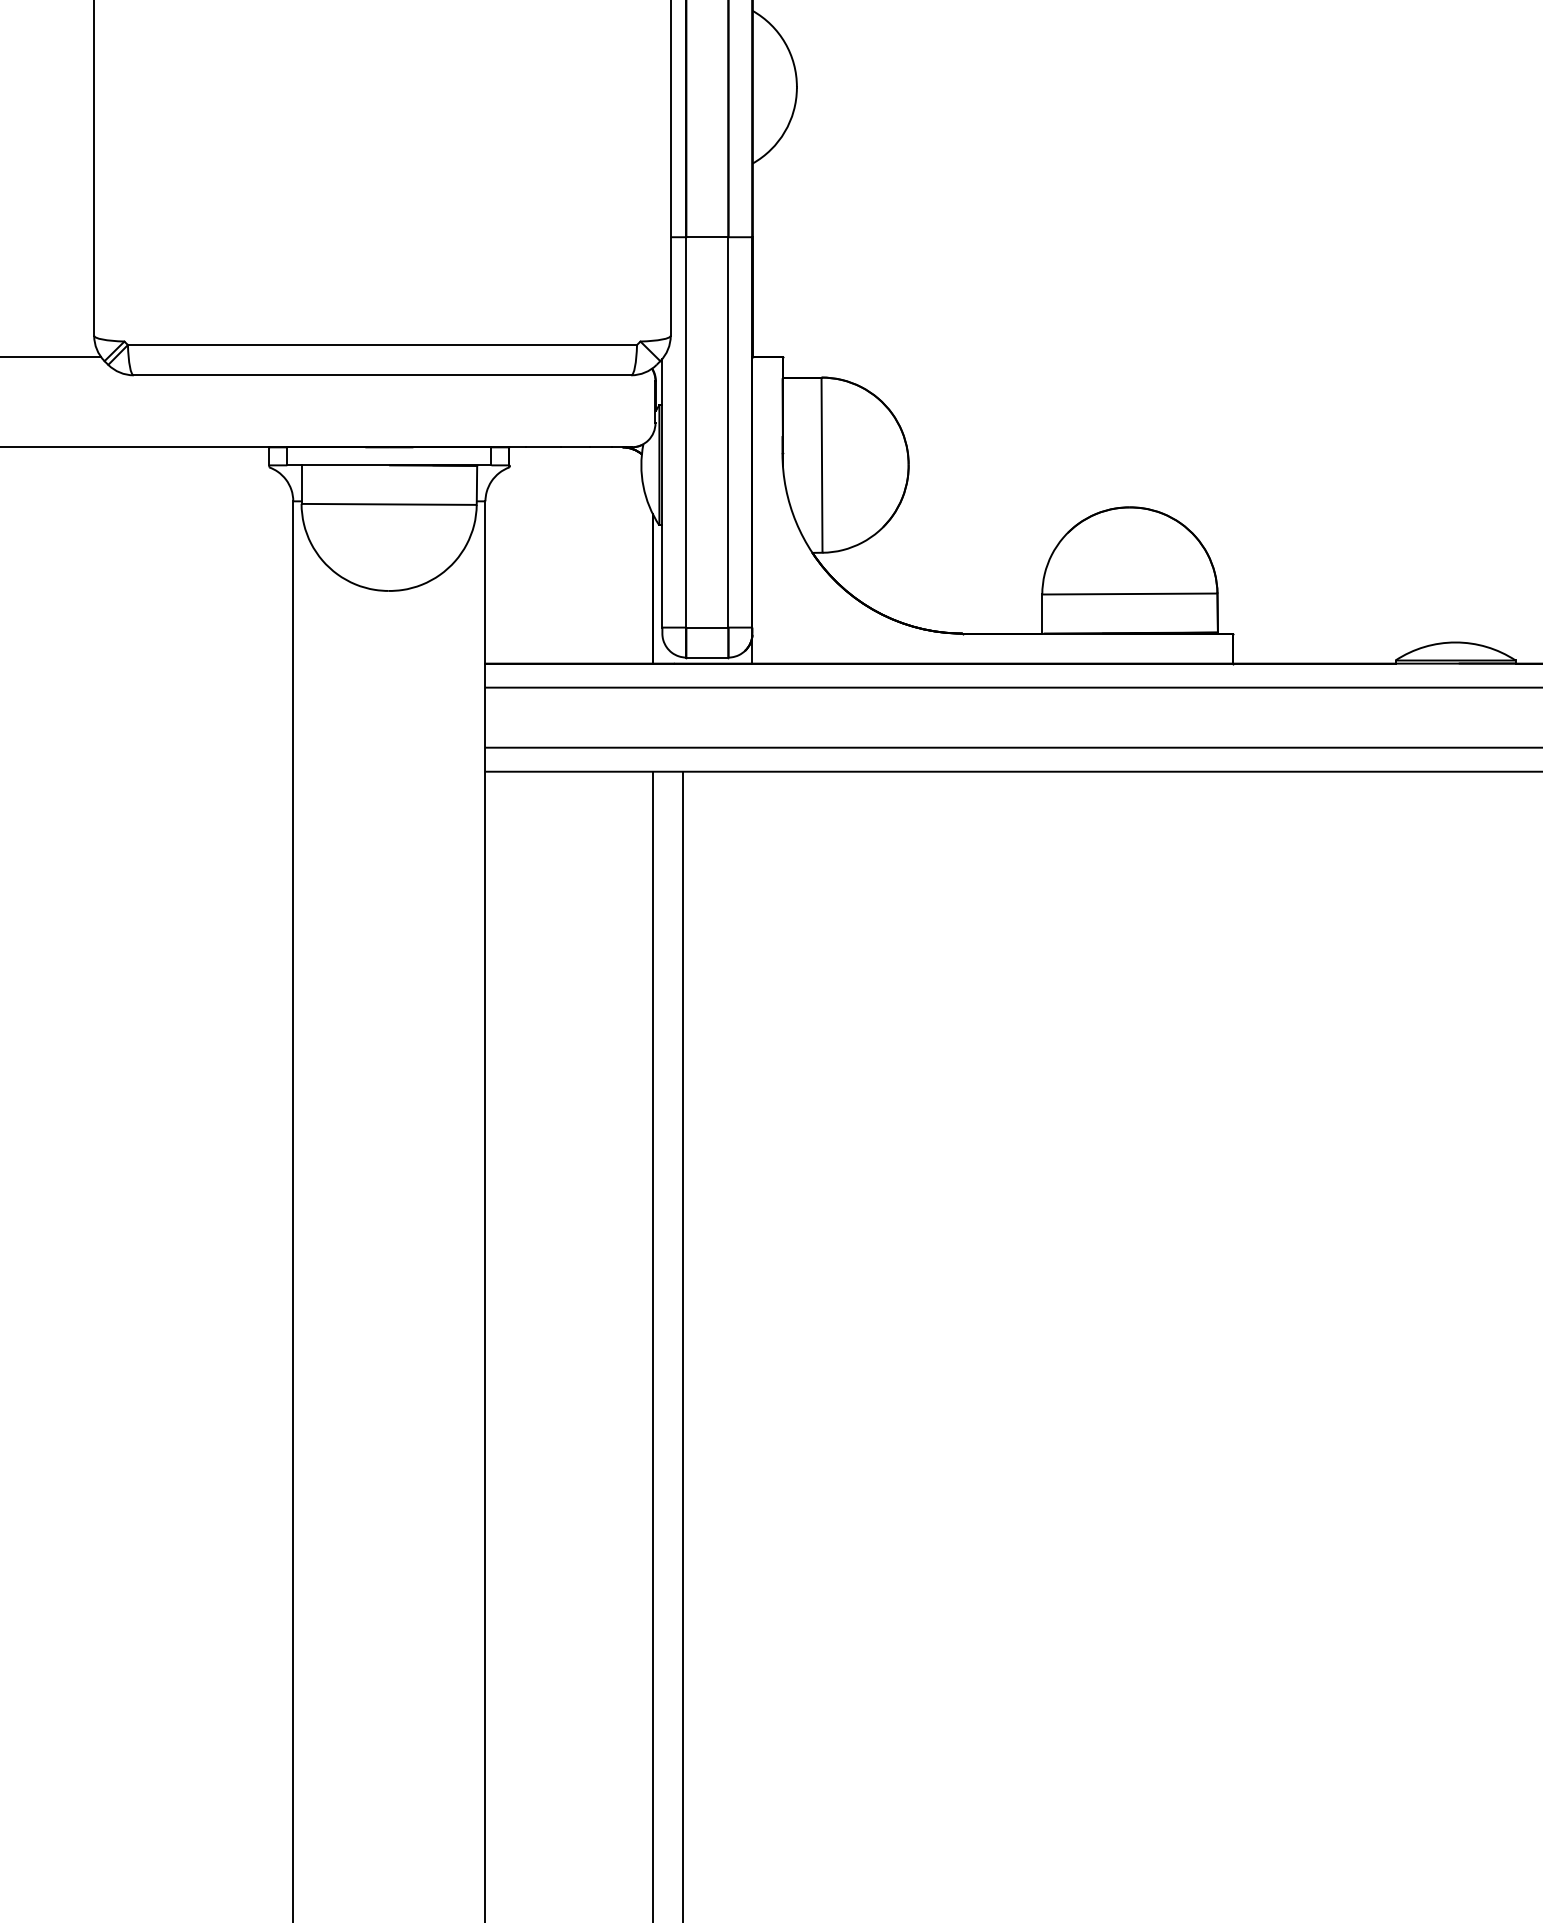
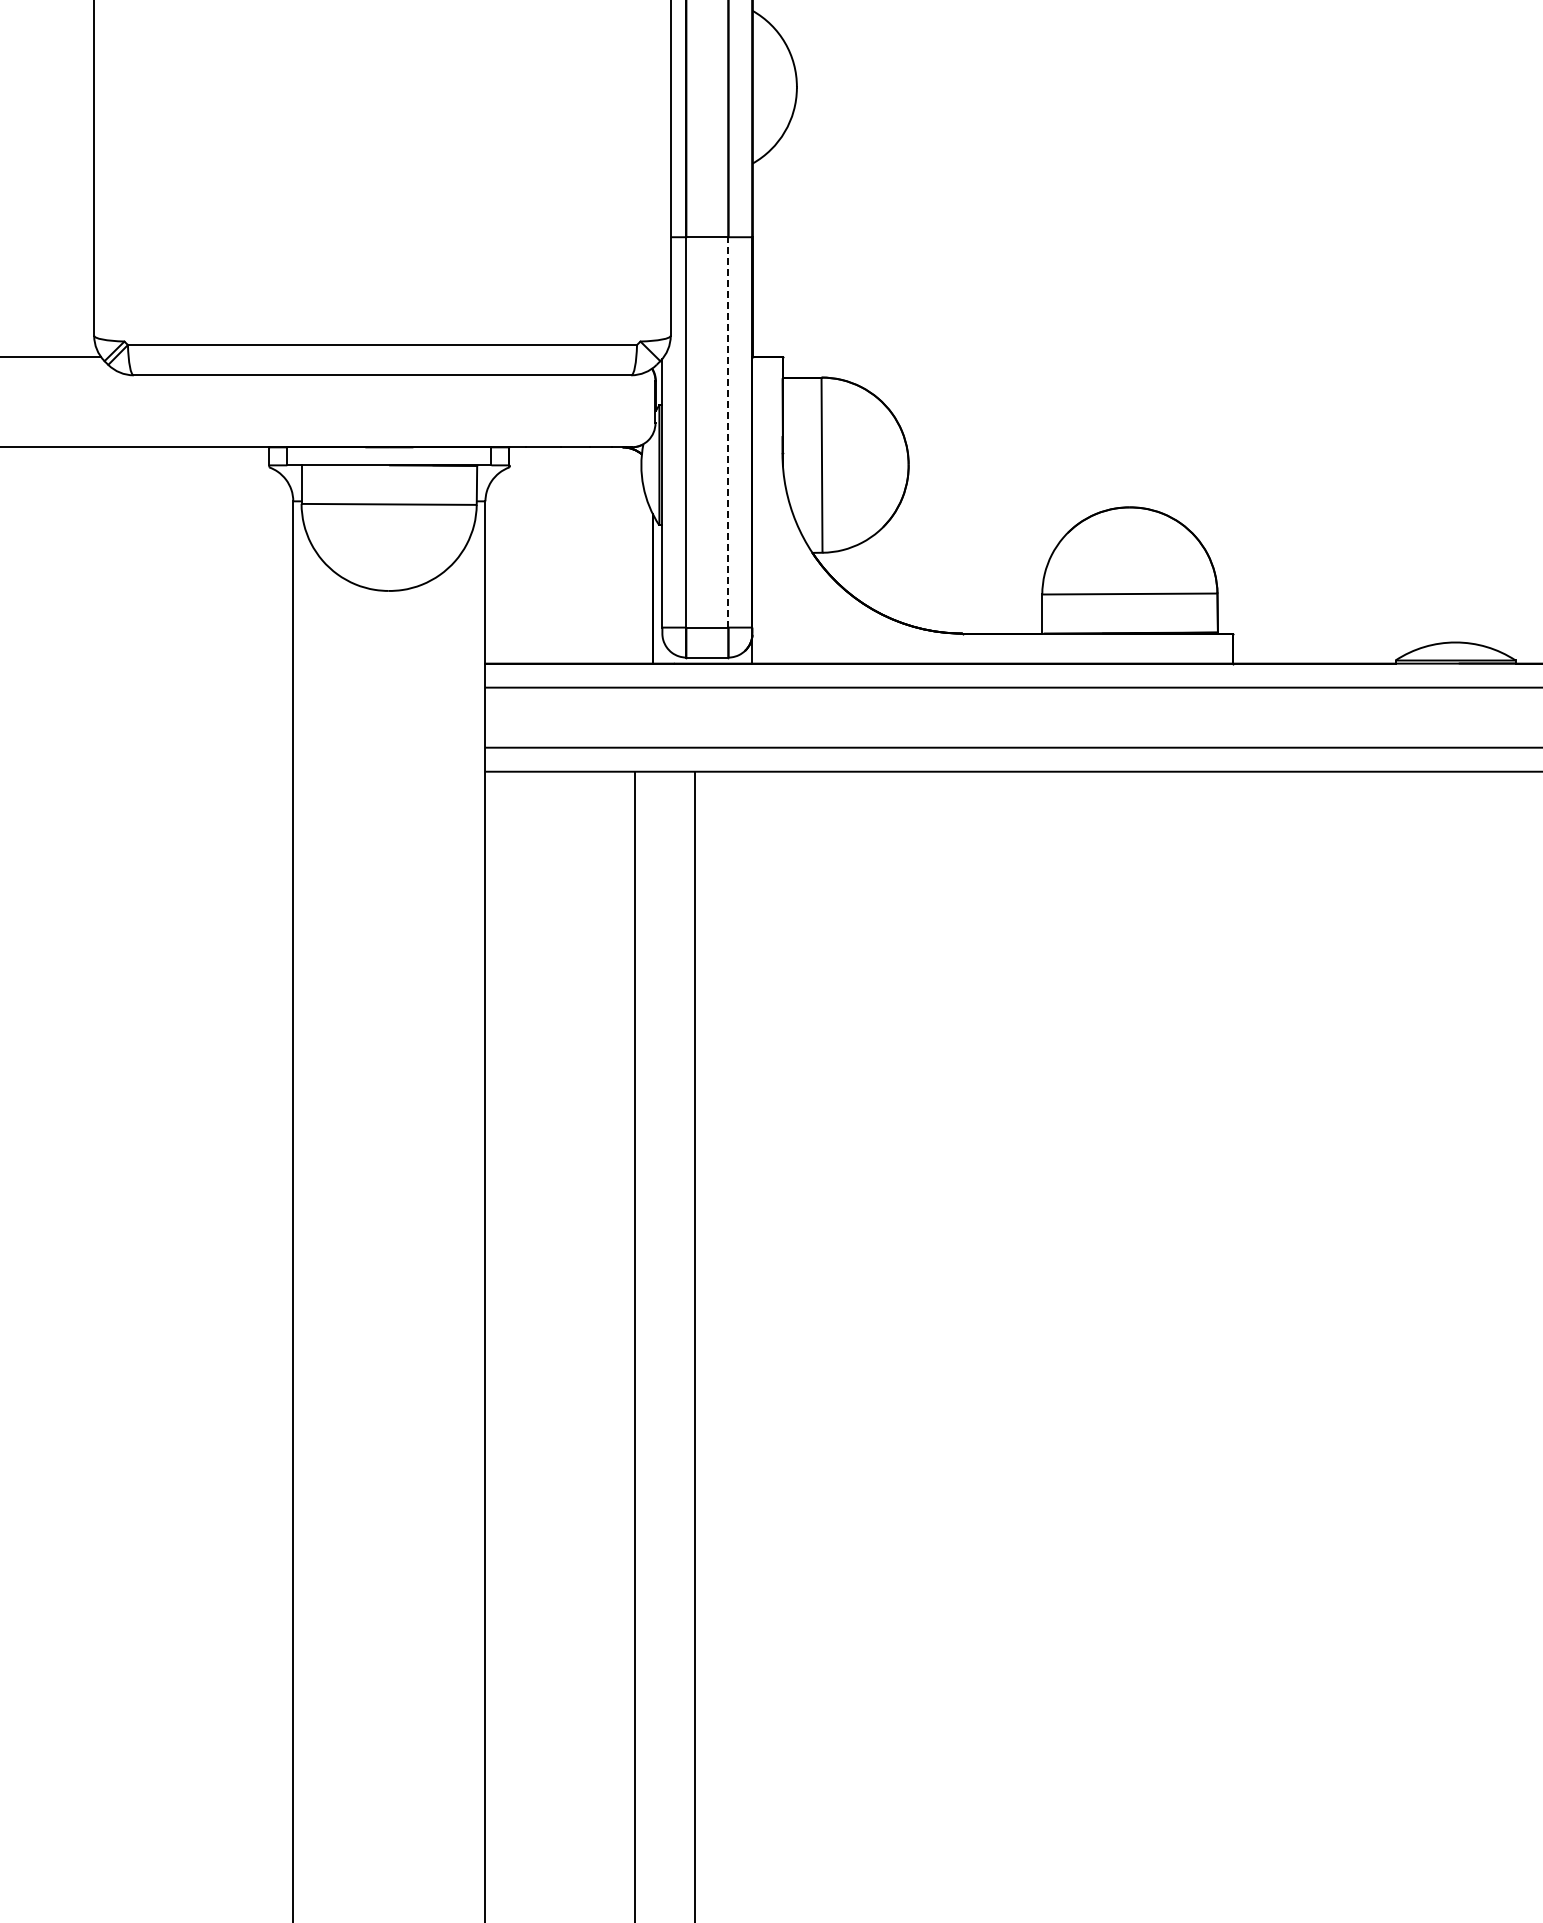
line at (728, 431): solid -> dashed
line at (652, 1345) position: (652, 1345) -> (634, 1345)
line at (682, 1345) position: (682, 1345) -> (694, 1345)
